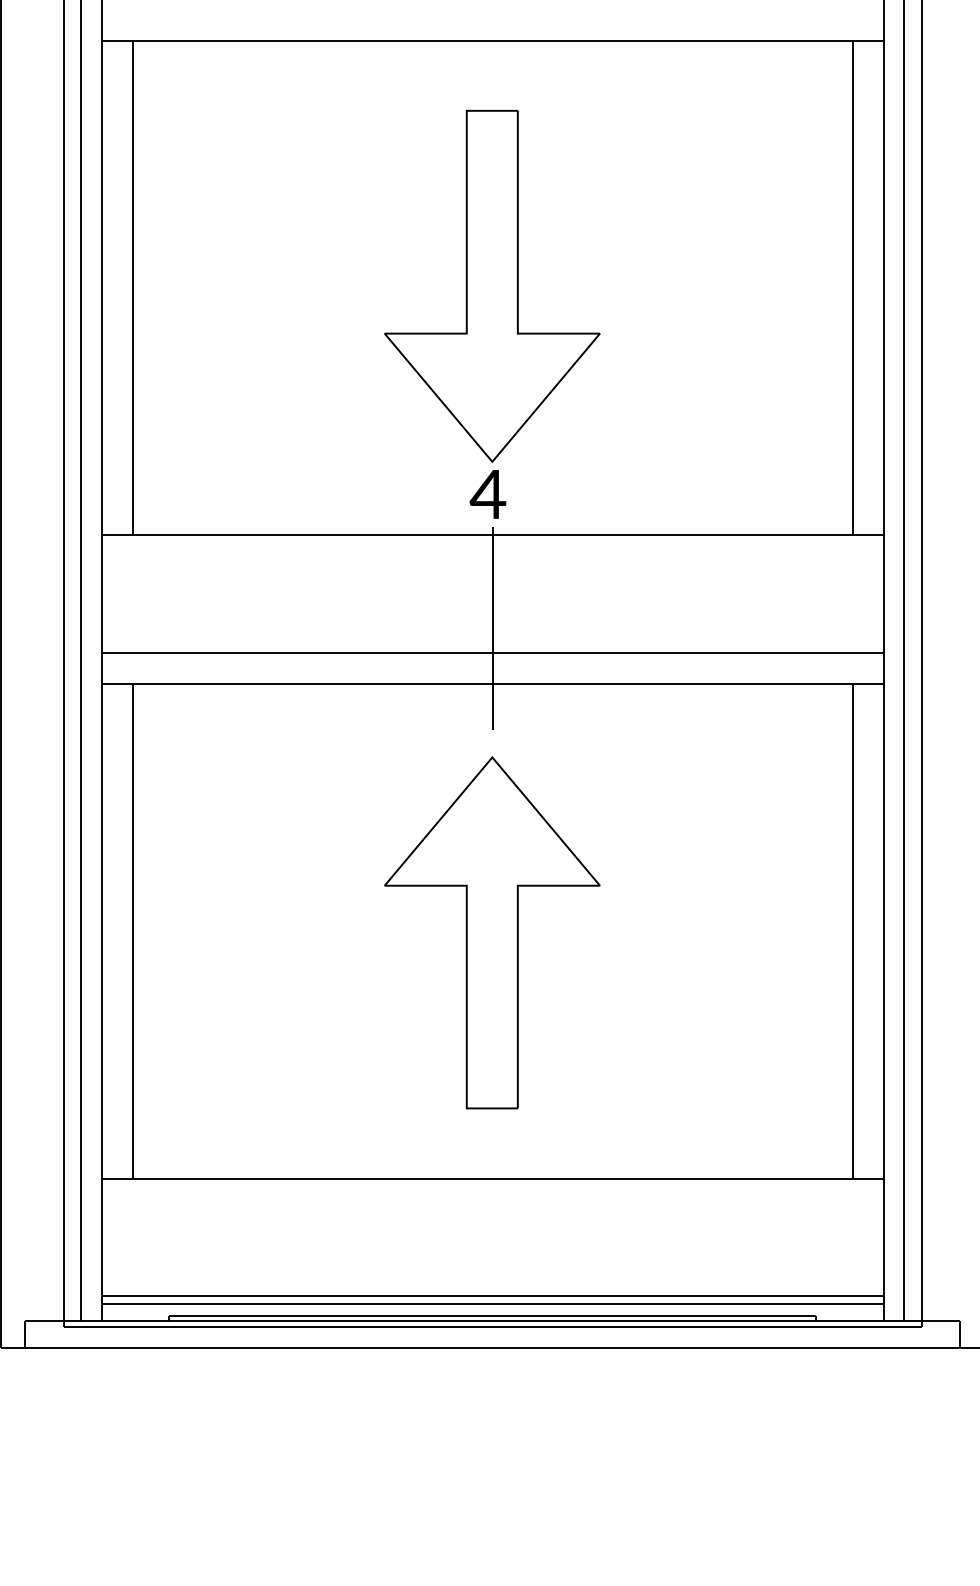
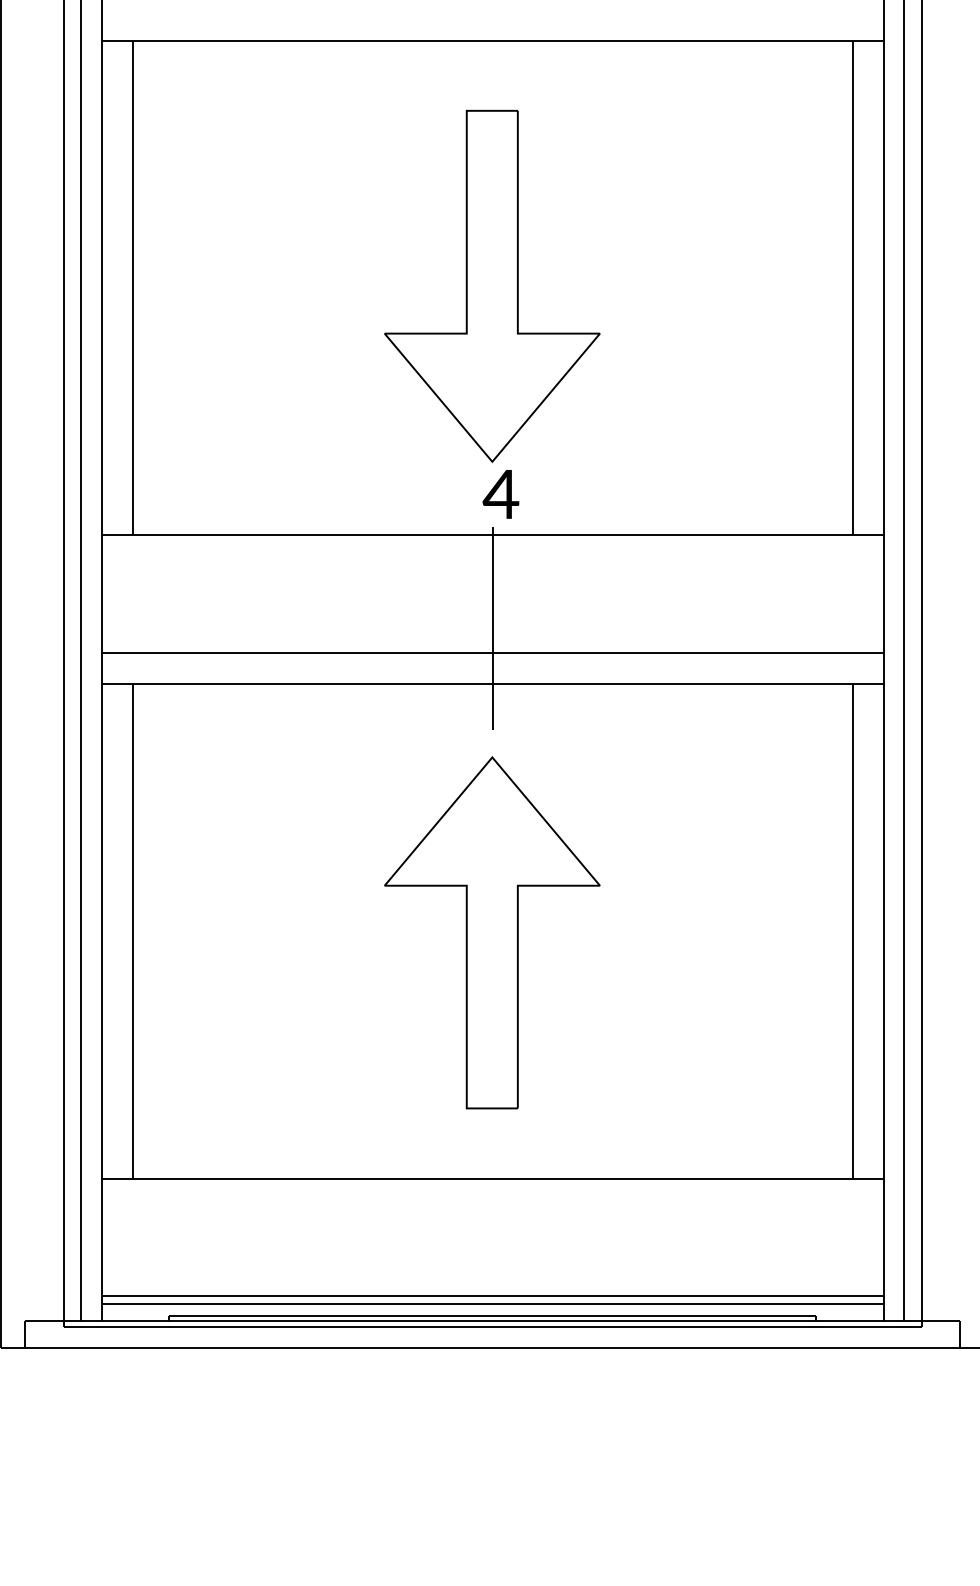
text at (487, 494) position: (487, 494) -> (500, 494)
